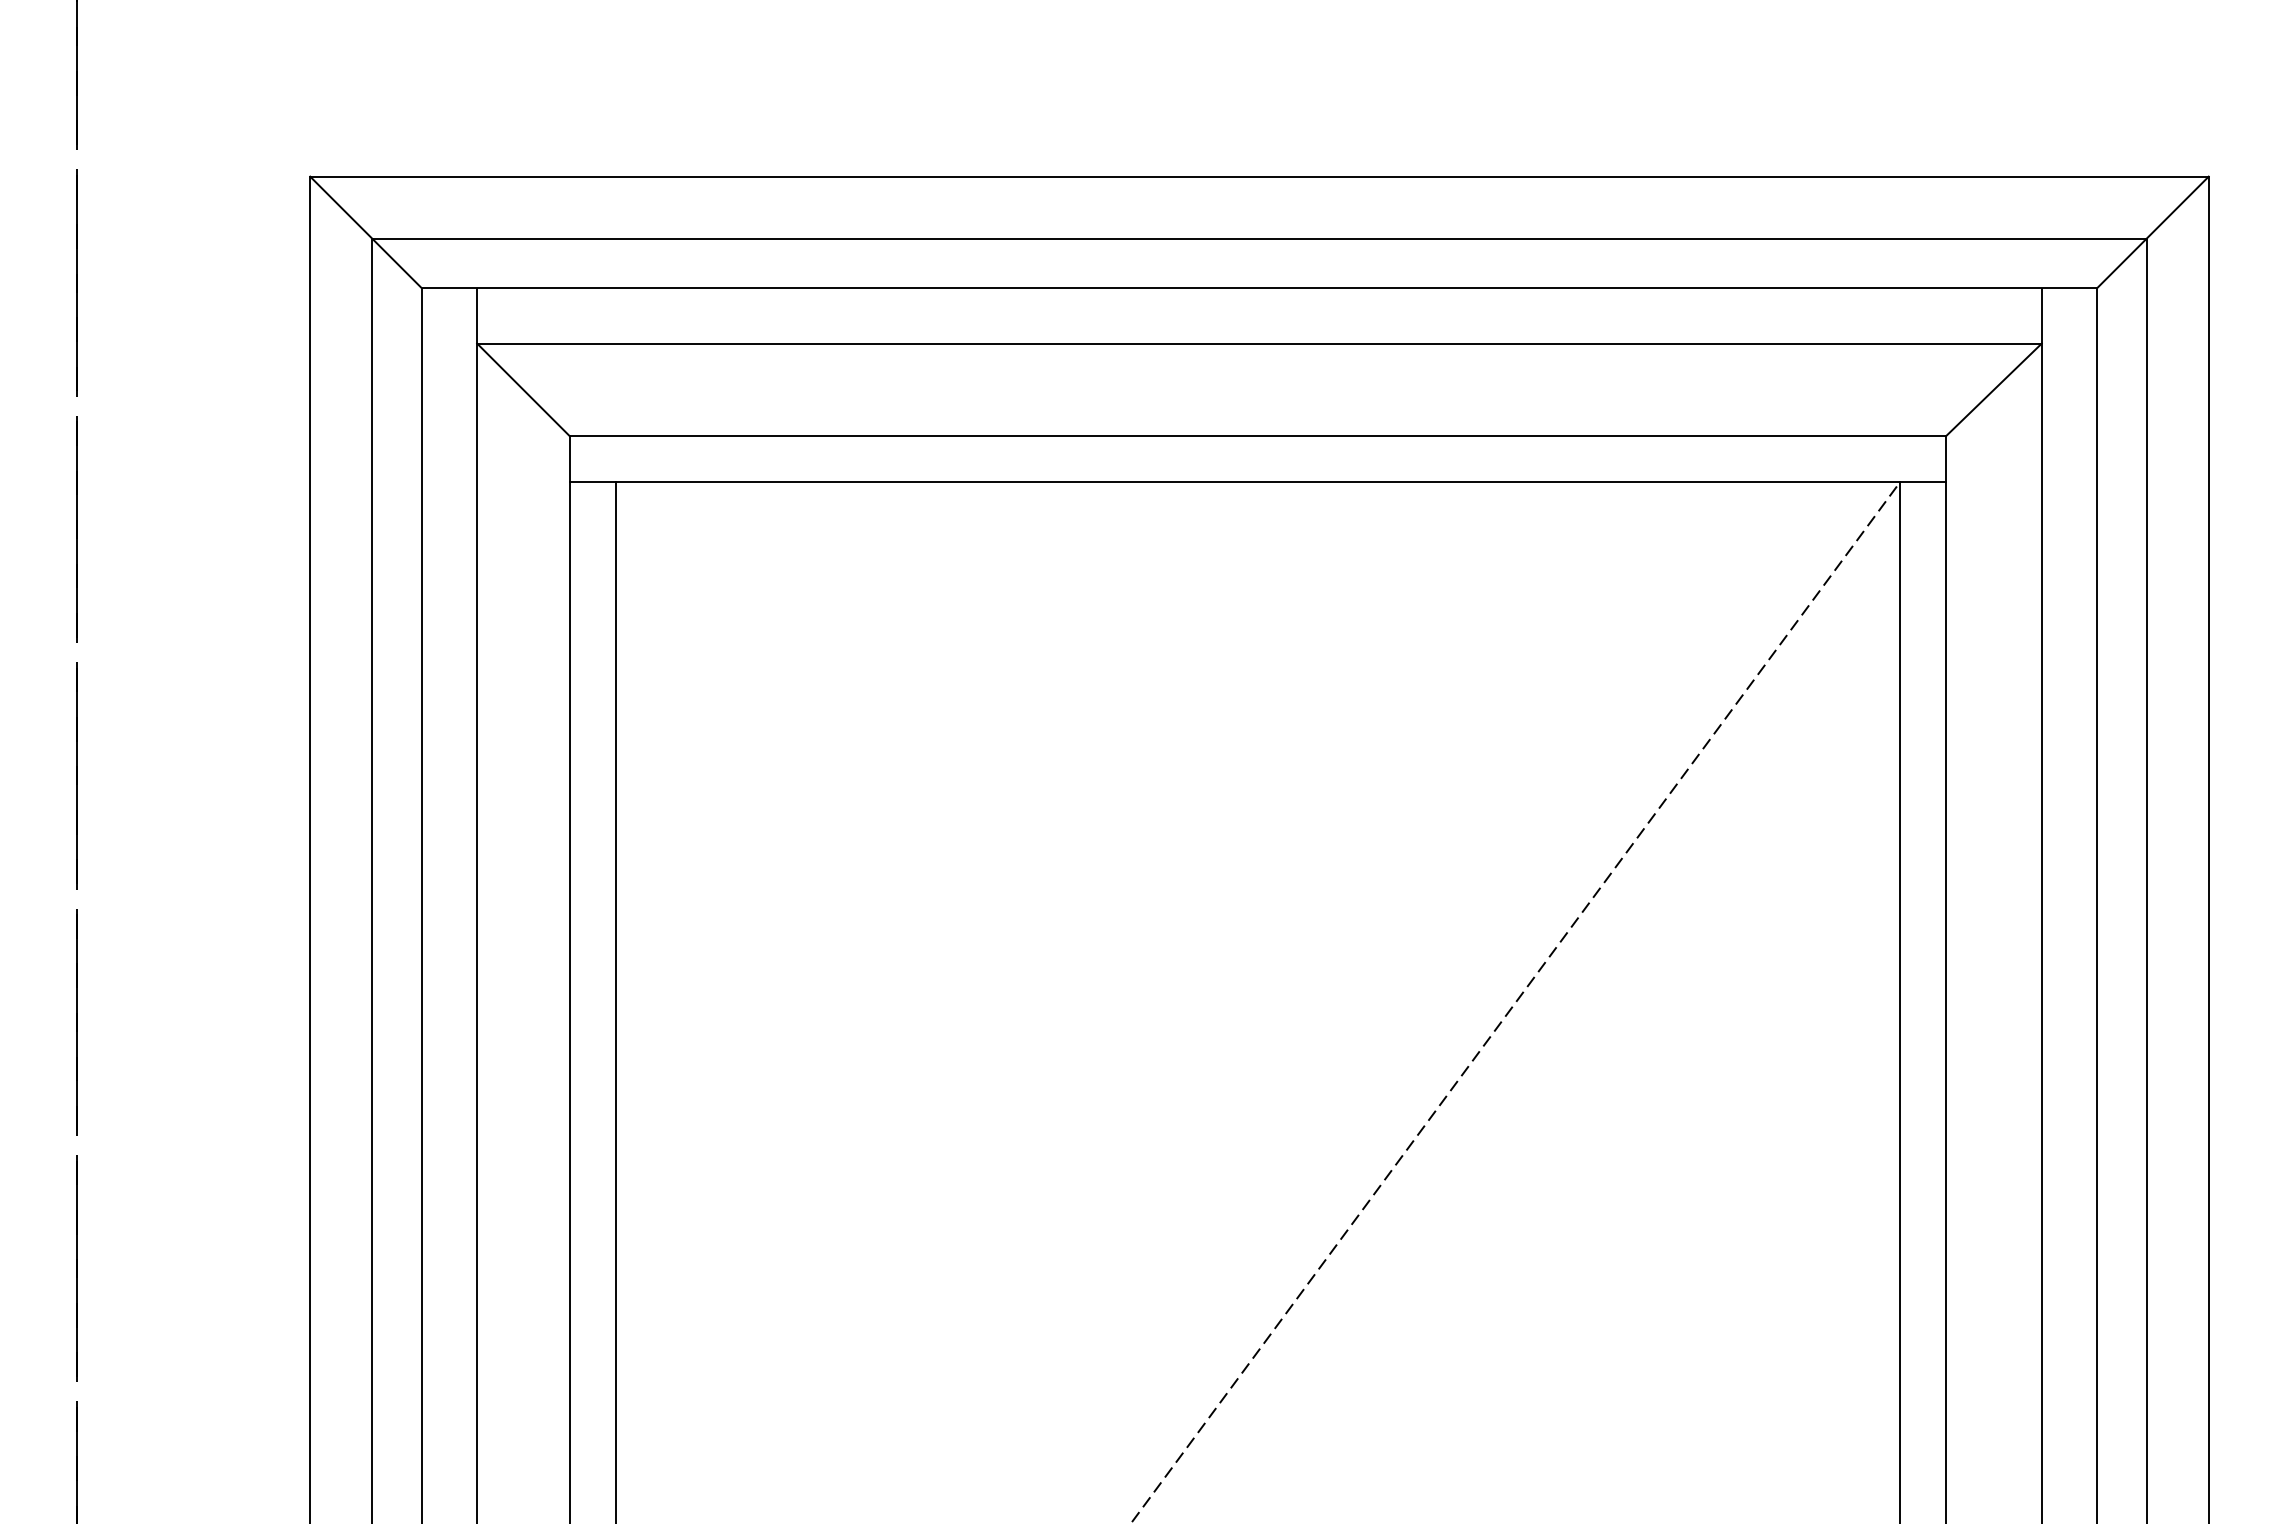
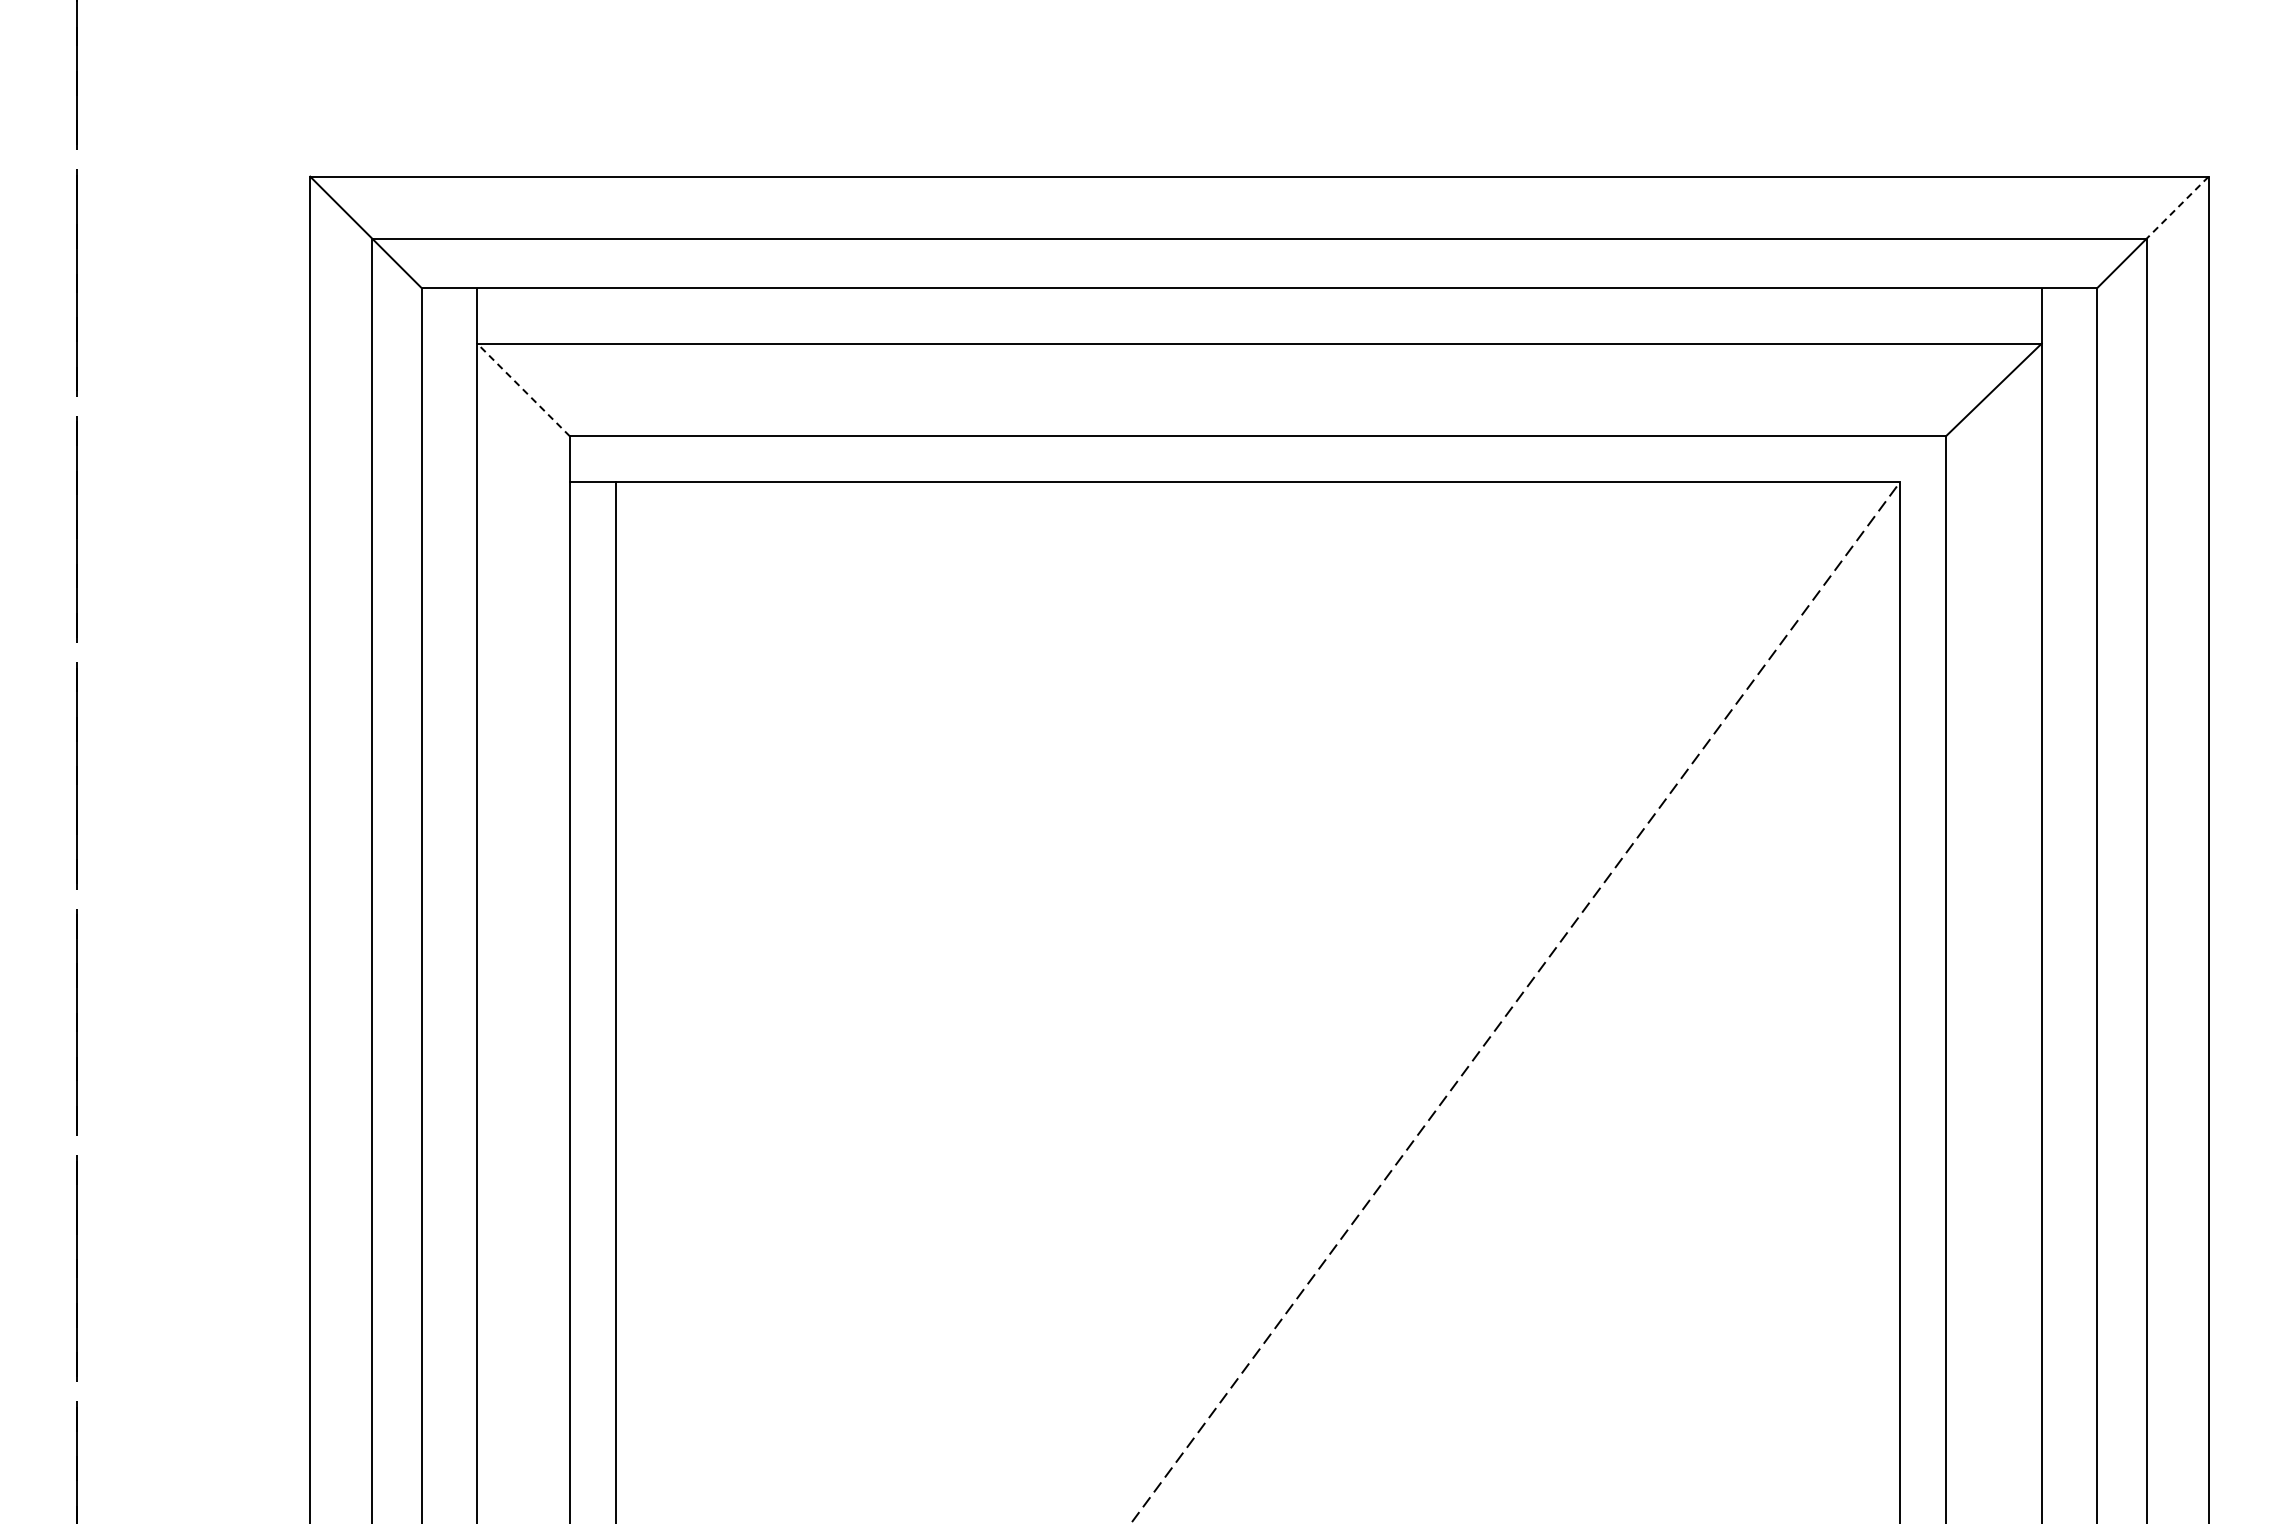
line at (2177, 207): solid -> dashed
line at (523, 389): solid -> dashed
line at (1922, 482): present -> none
